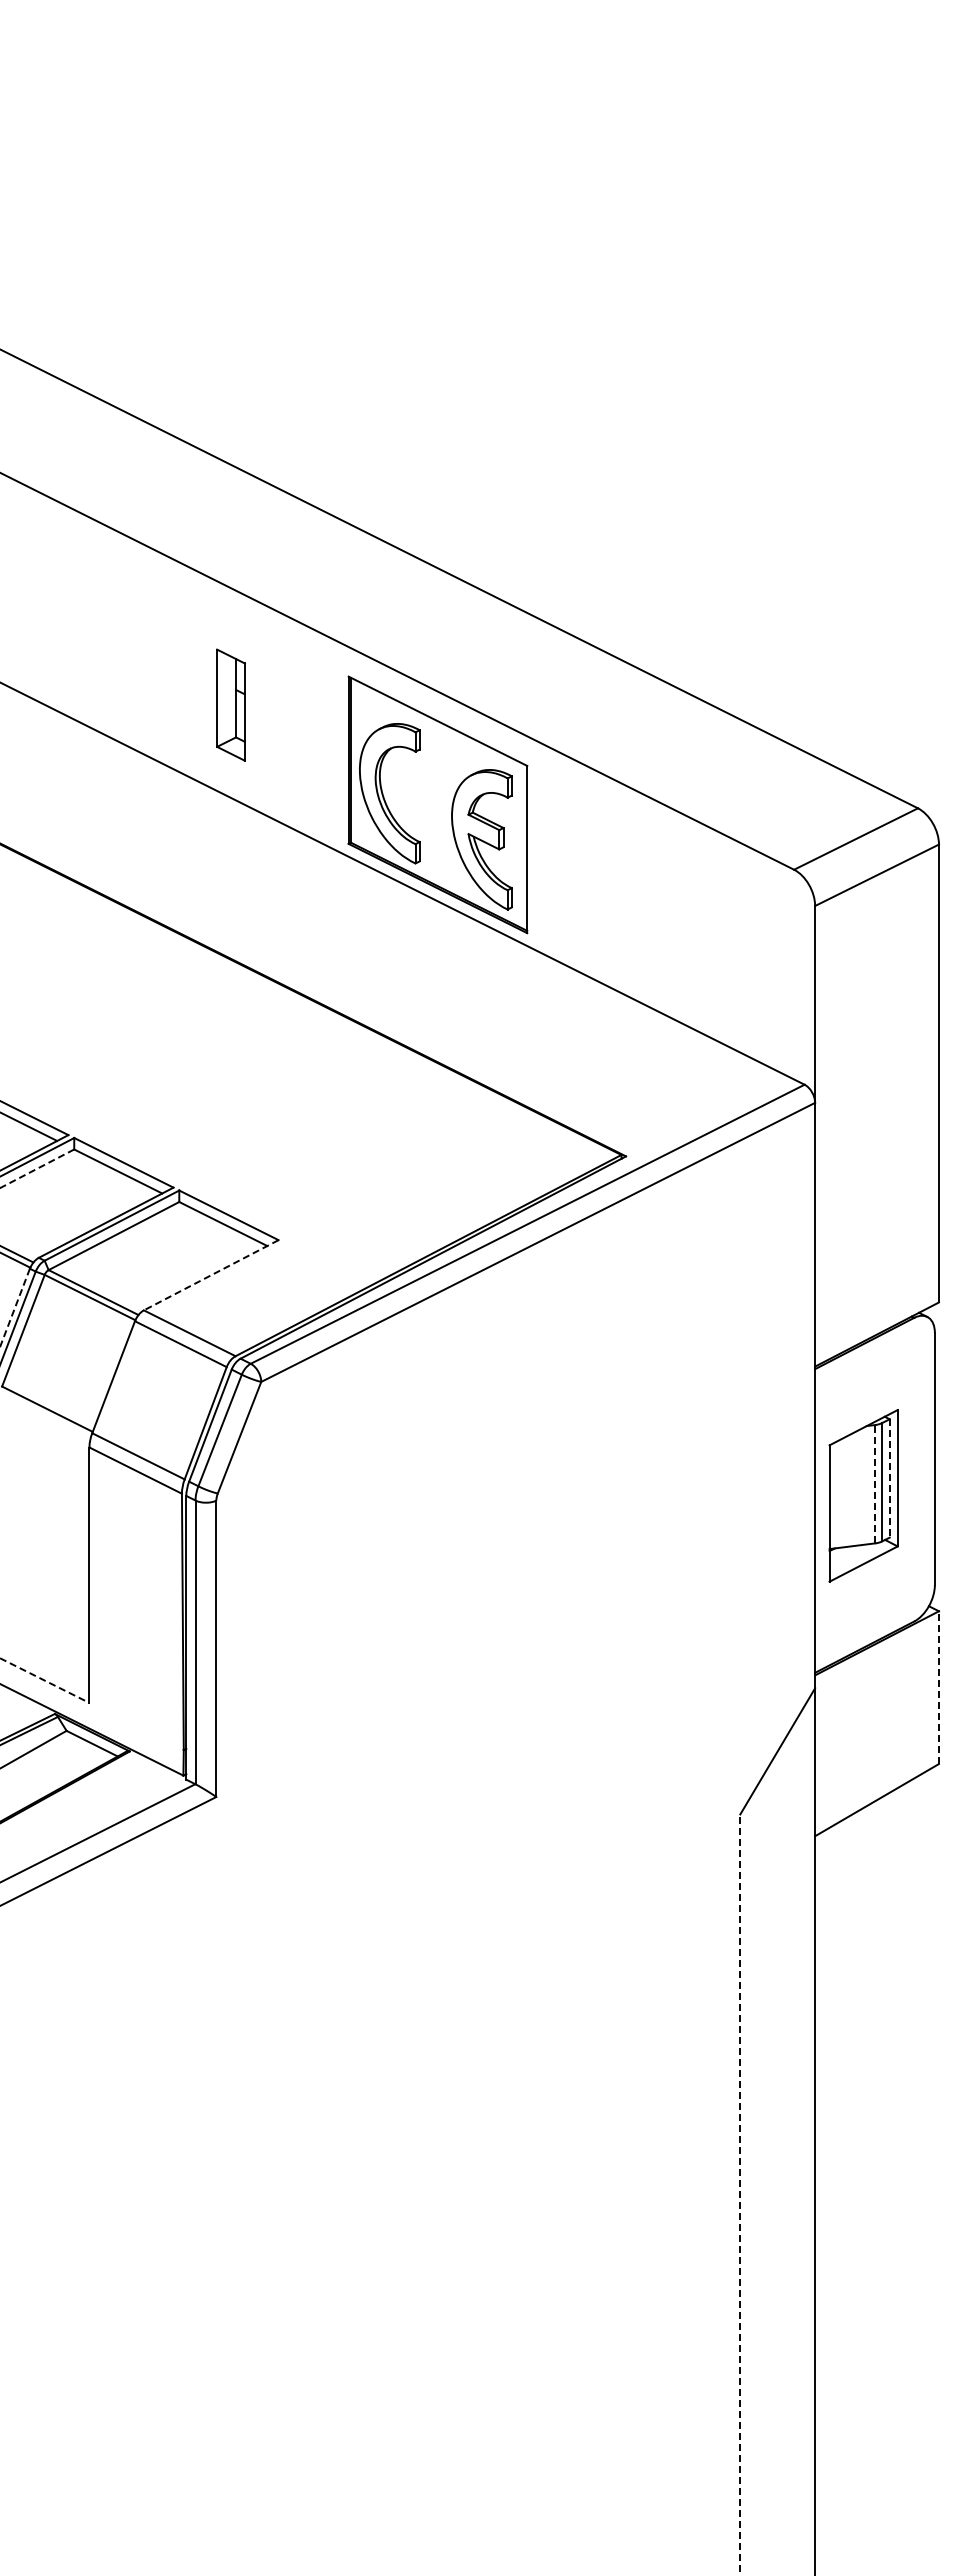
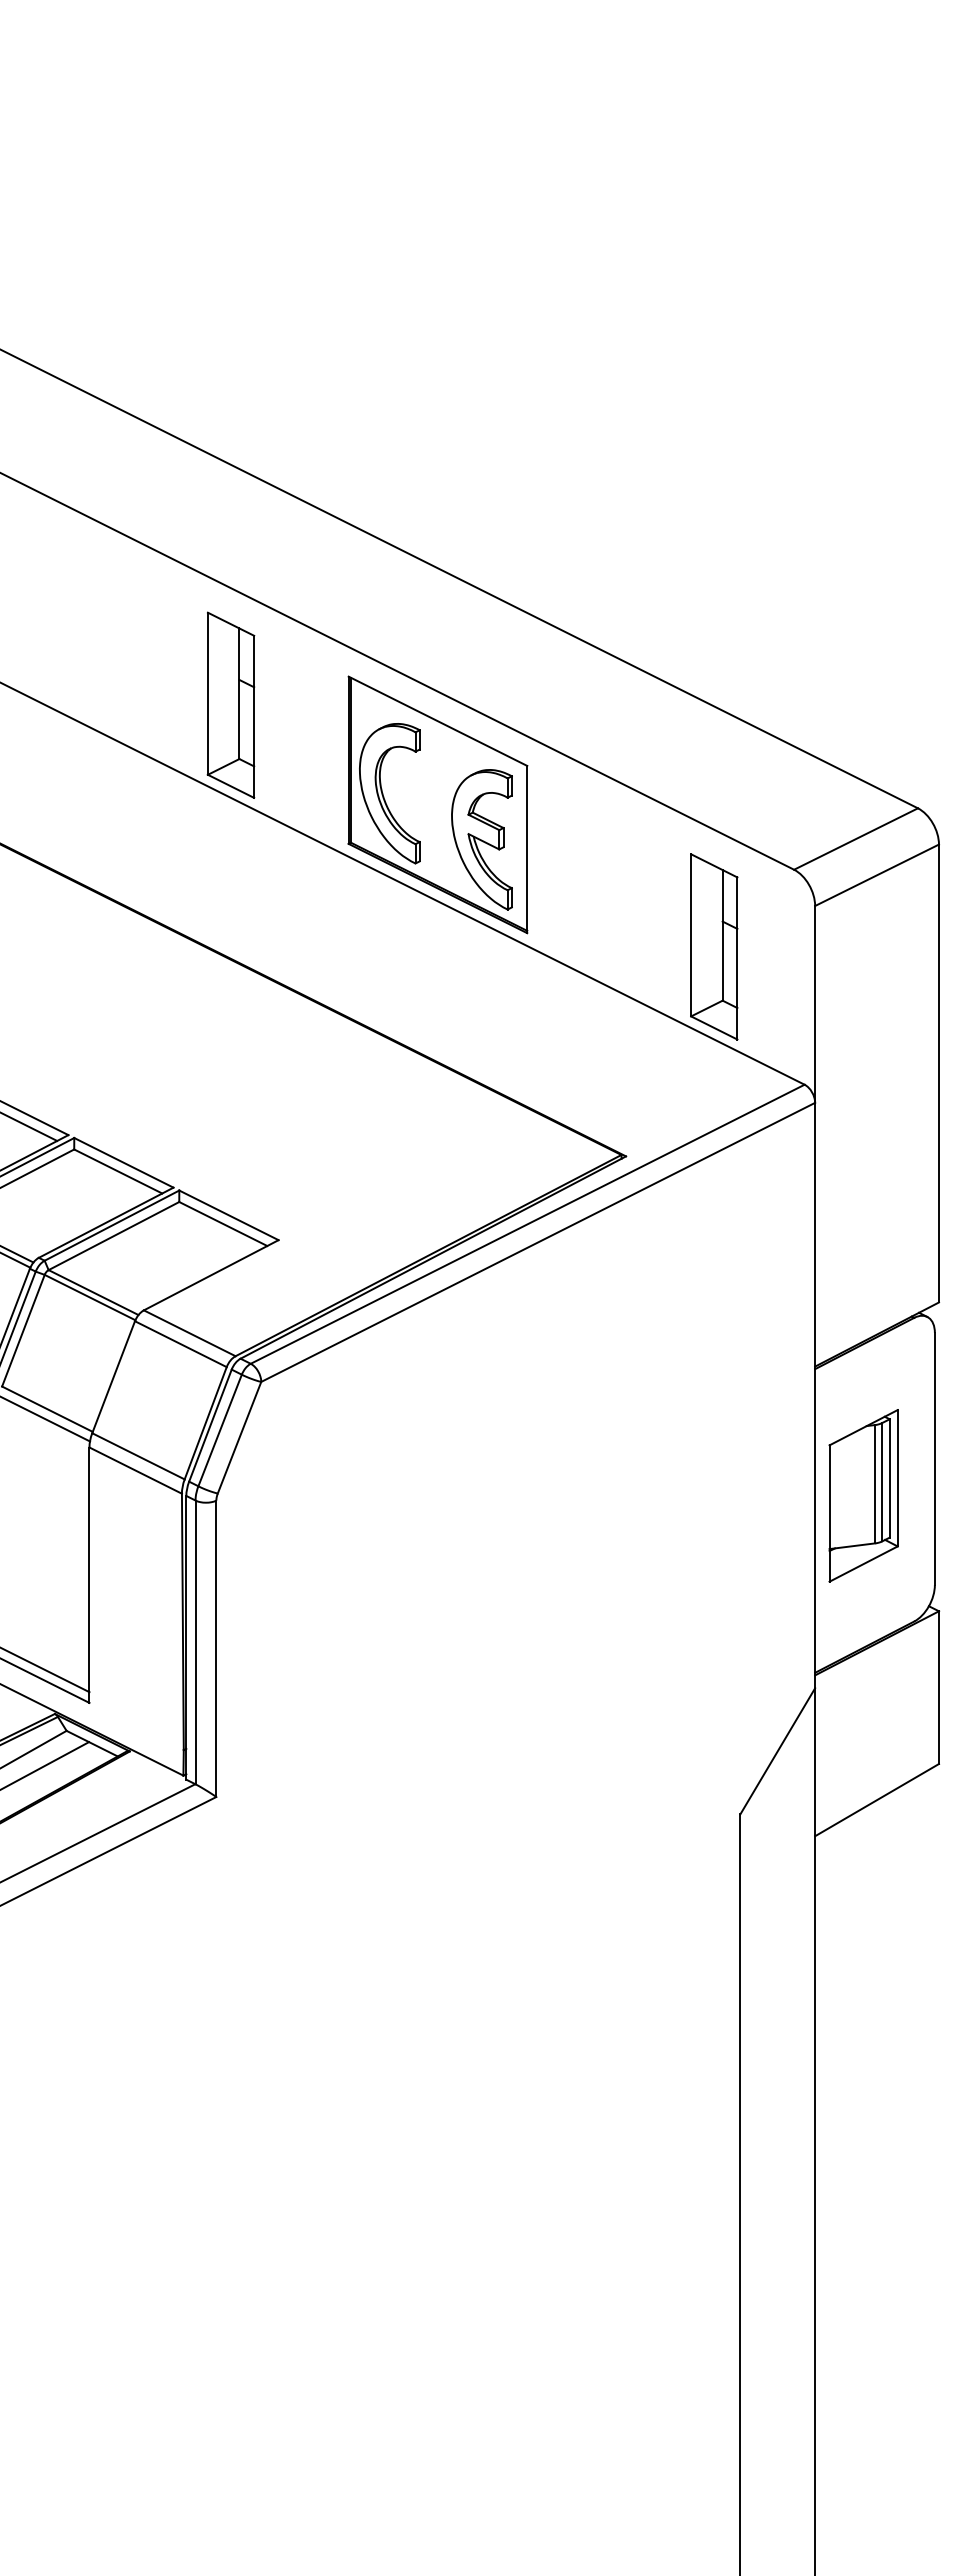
part at (230, 704) size: 30x114 px -> 50x188 px
part at (714, 946): none -> present
line at (37, 1168): dashed -> solid
line at (211, 1275): dashed -> solid
line at (15, 1307): dashed -> solid
line at (46, 1419): none -> present
line at (889, 1478): dashed -> solid
line at (875, 1483): dashed -> solid
line at (45, 1670): none -> present
line at (44, 1680): dashed -> solid
line at (938, 1687): dashed -> solid
line at (45, 1765): none -> present
line at (740, 2195): dashed -> solid
